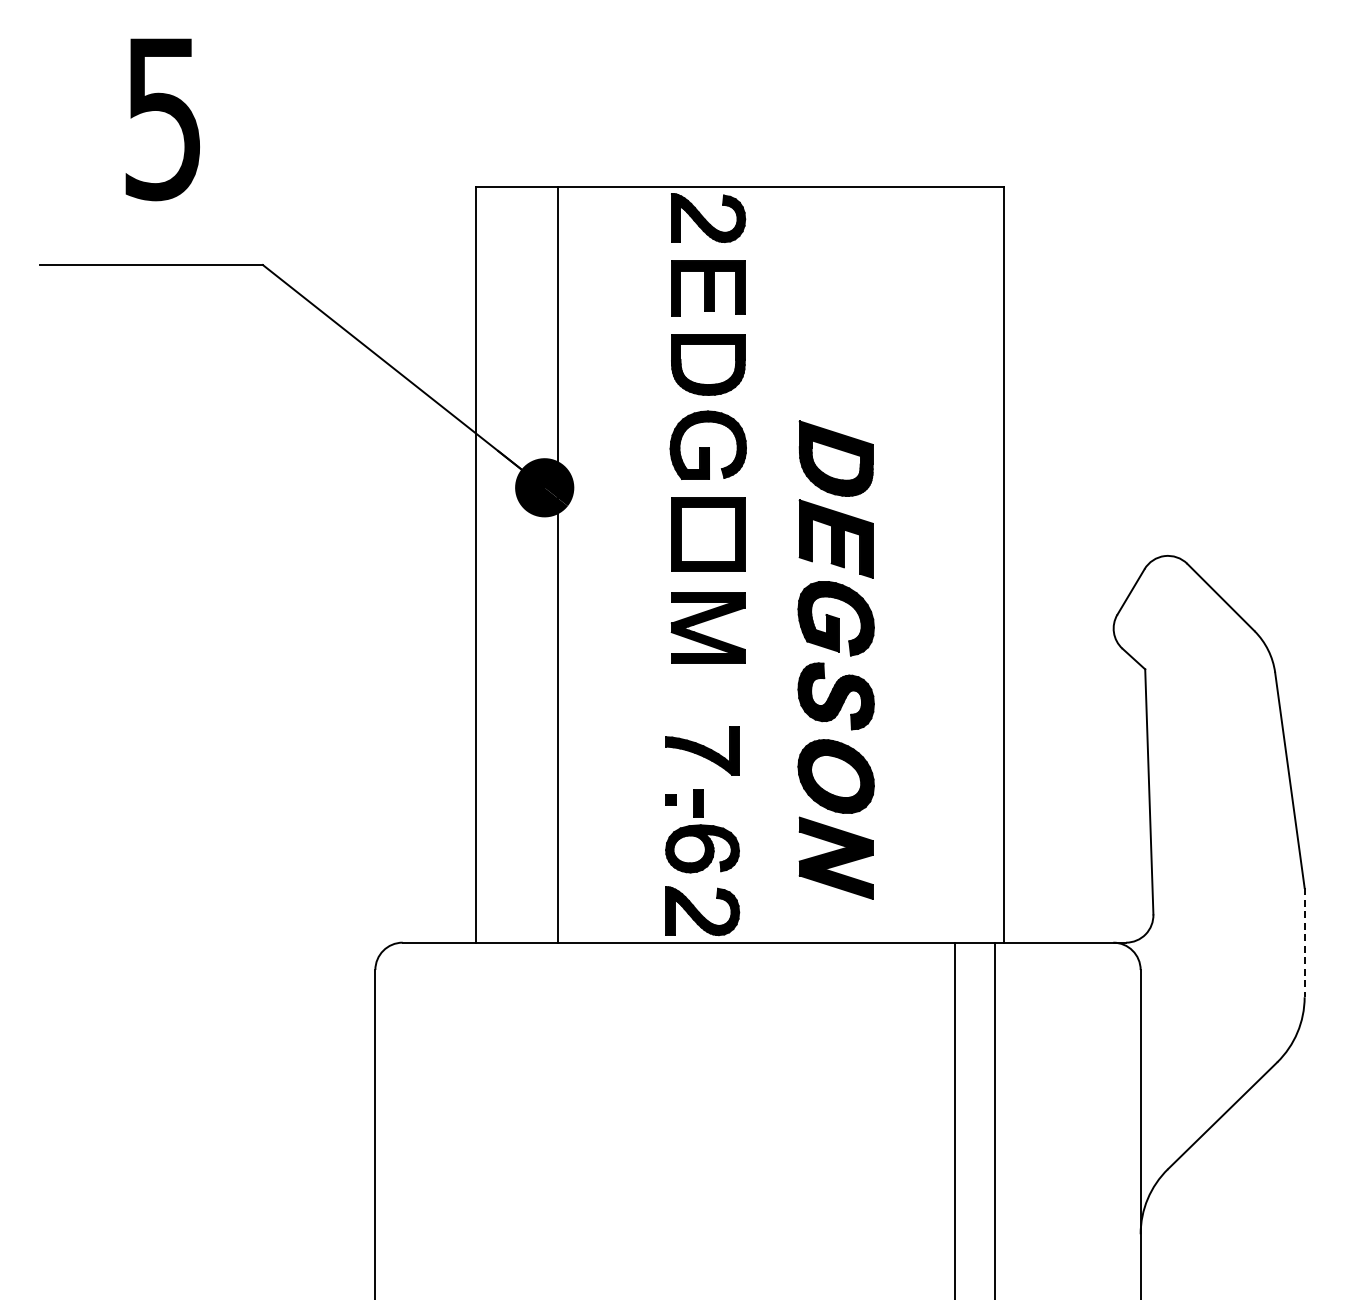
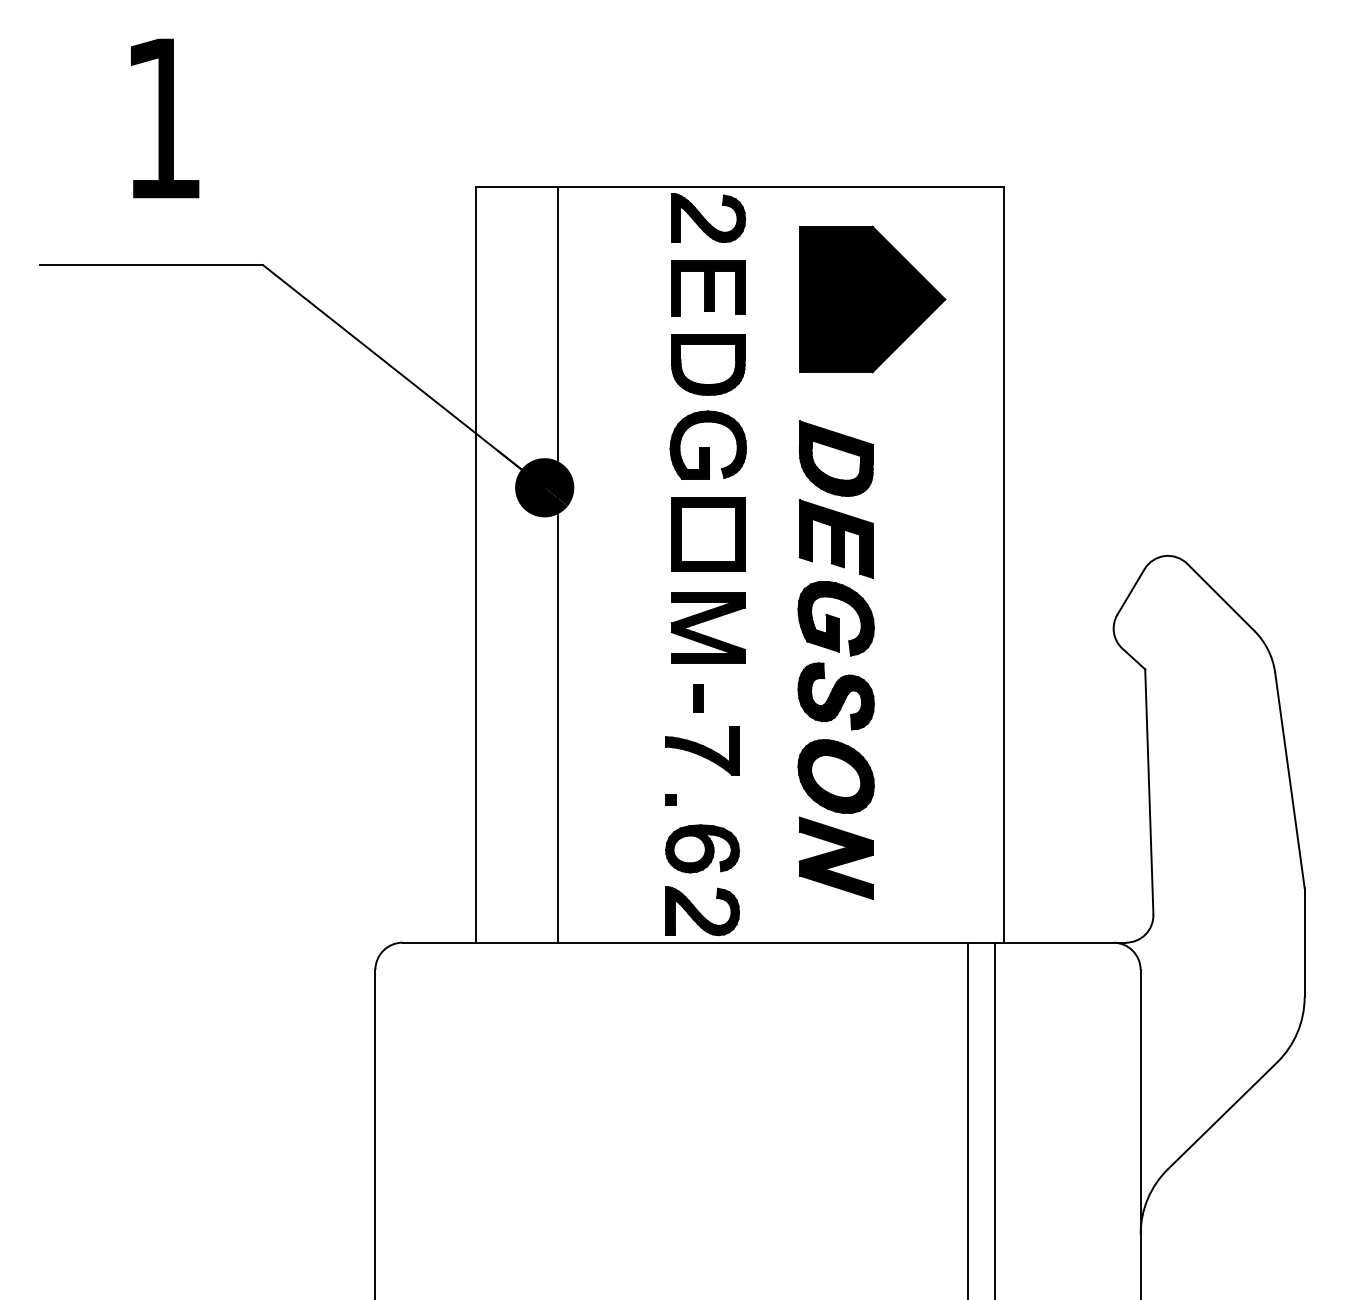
text at (162, 119): 5 -> 1
part at (872, 299): none -> present
part at (698, 803) position: (698, 803) -> (698, 698)
line at (1304, 942): dashed -> solid
line at (954, 1119) position: (954, 1119) -> (967, 1119)
